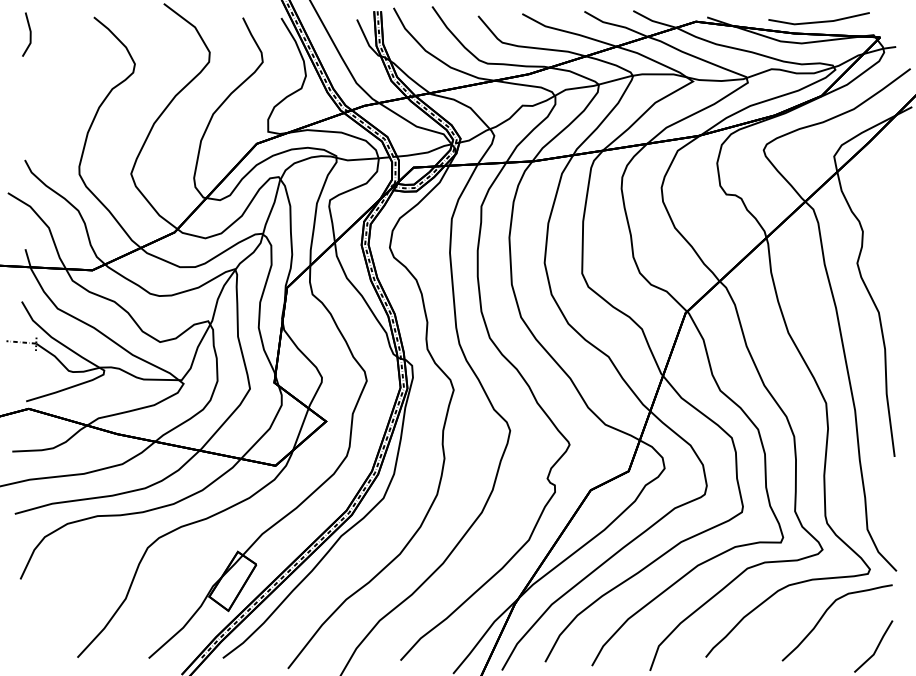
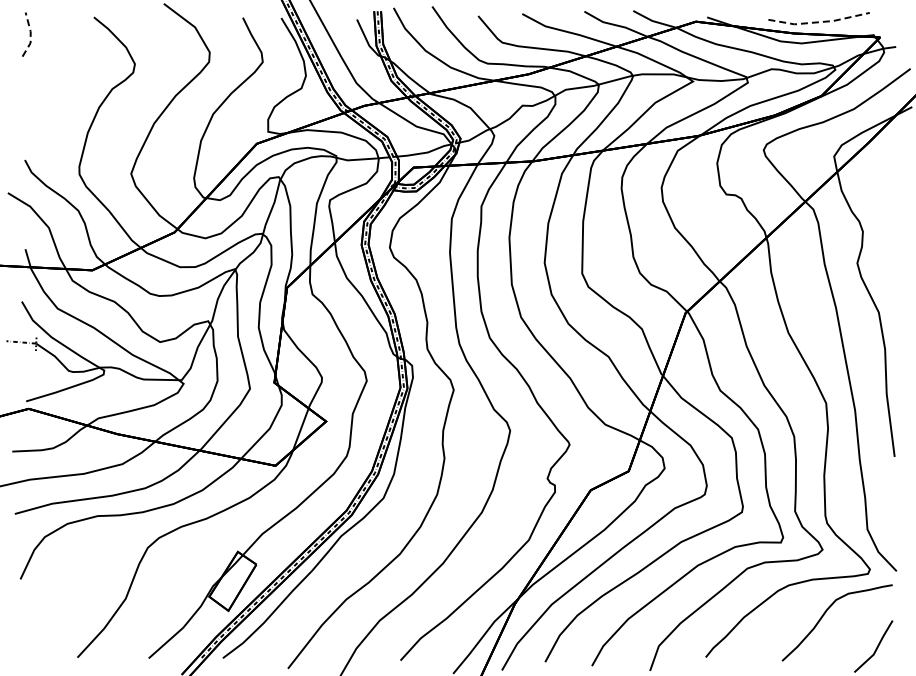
line at (819, 22): solid -> dashed
line at (30, 35): solid -> dashed
